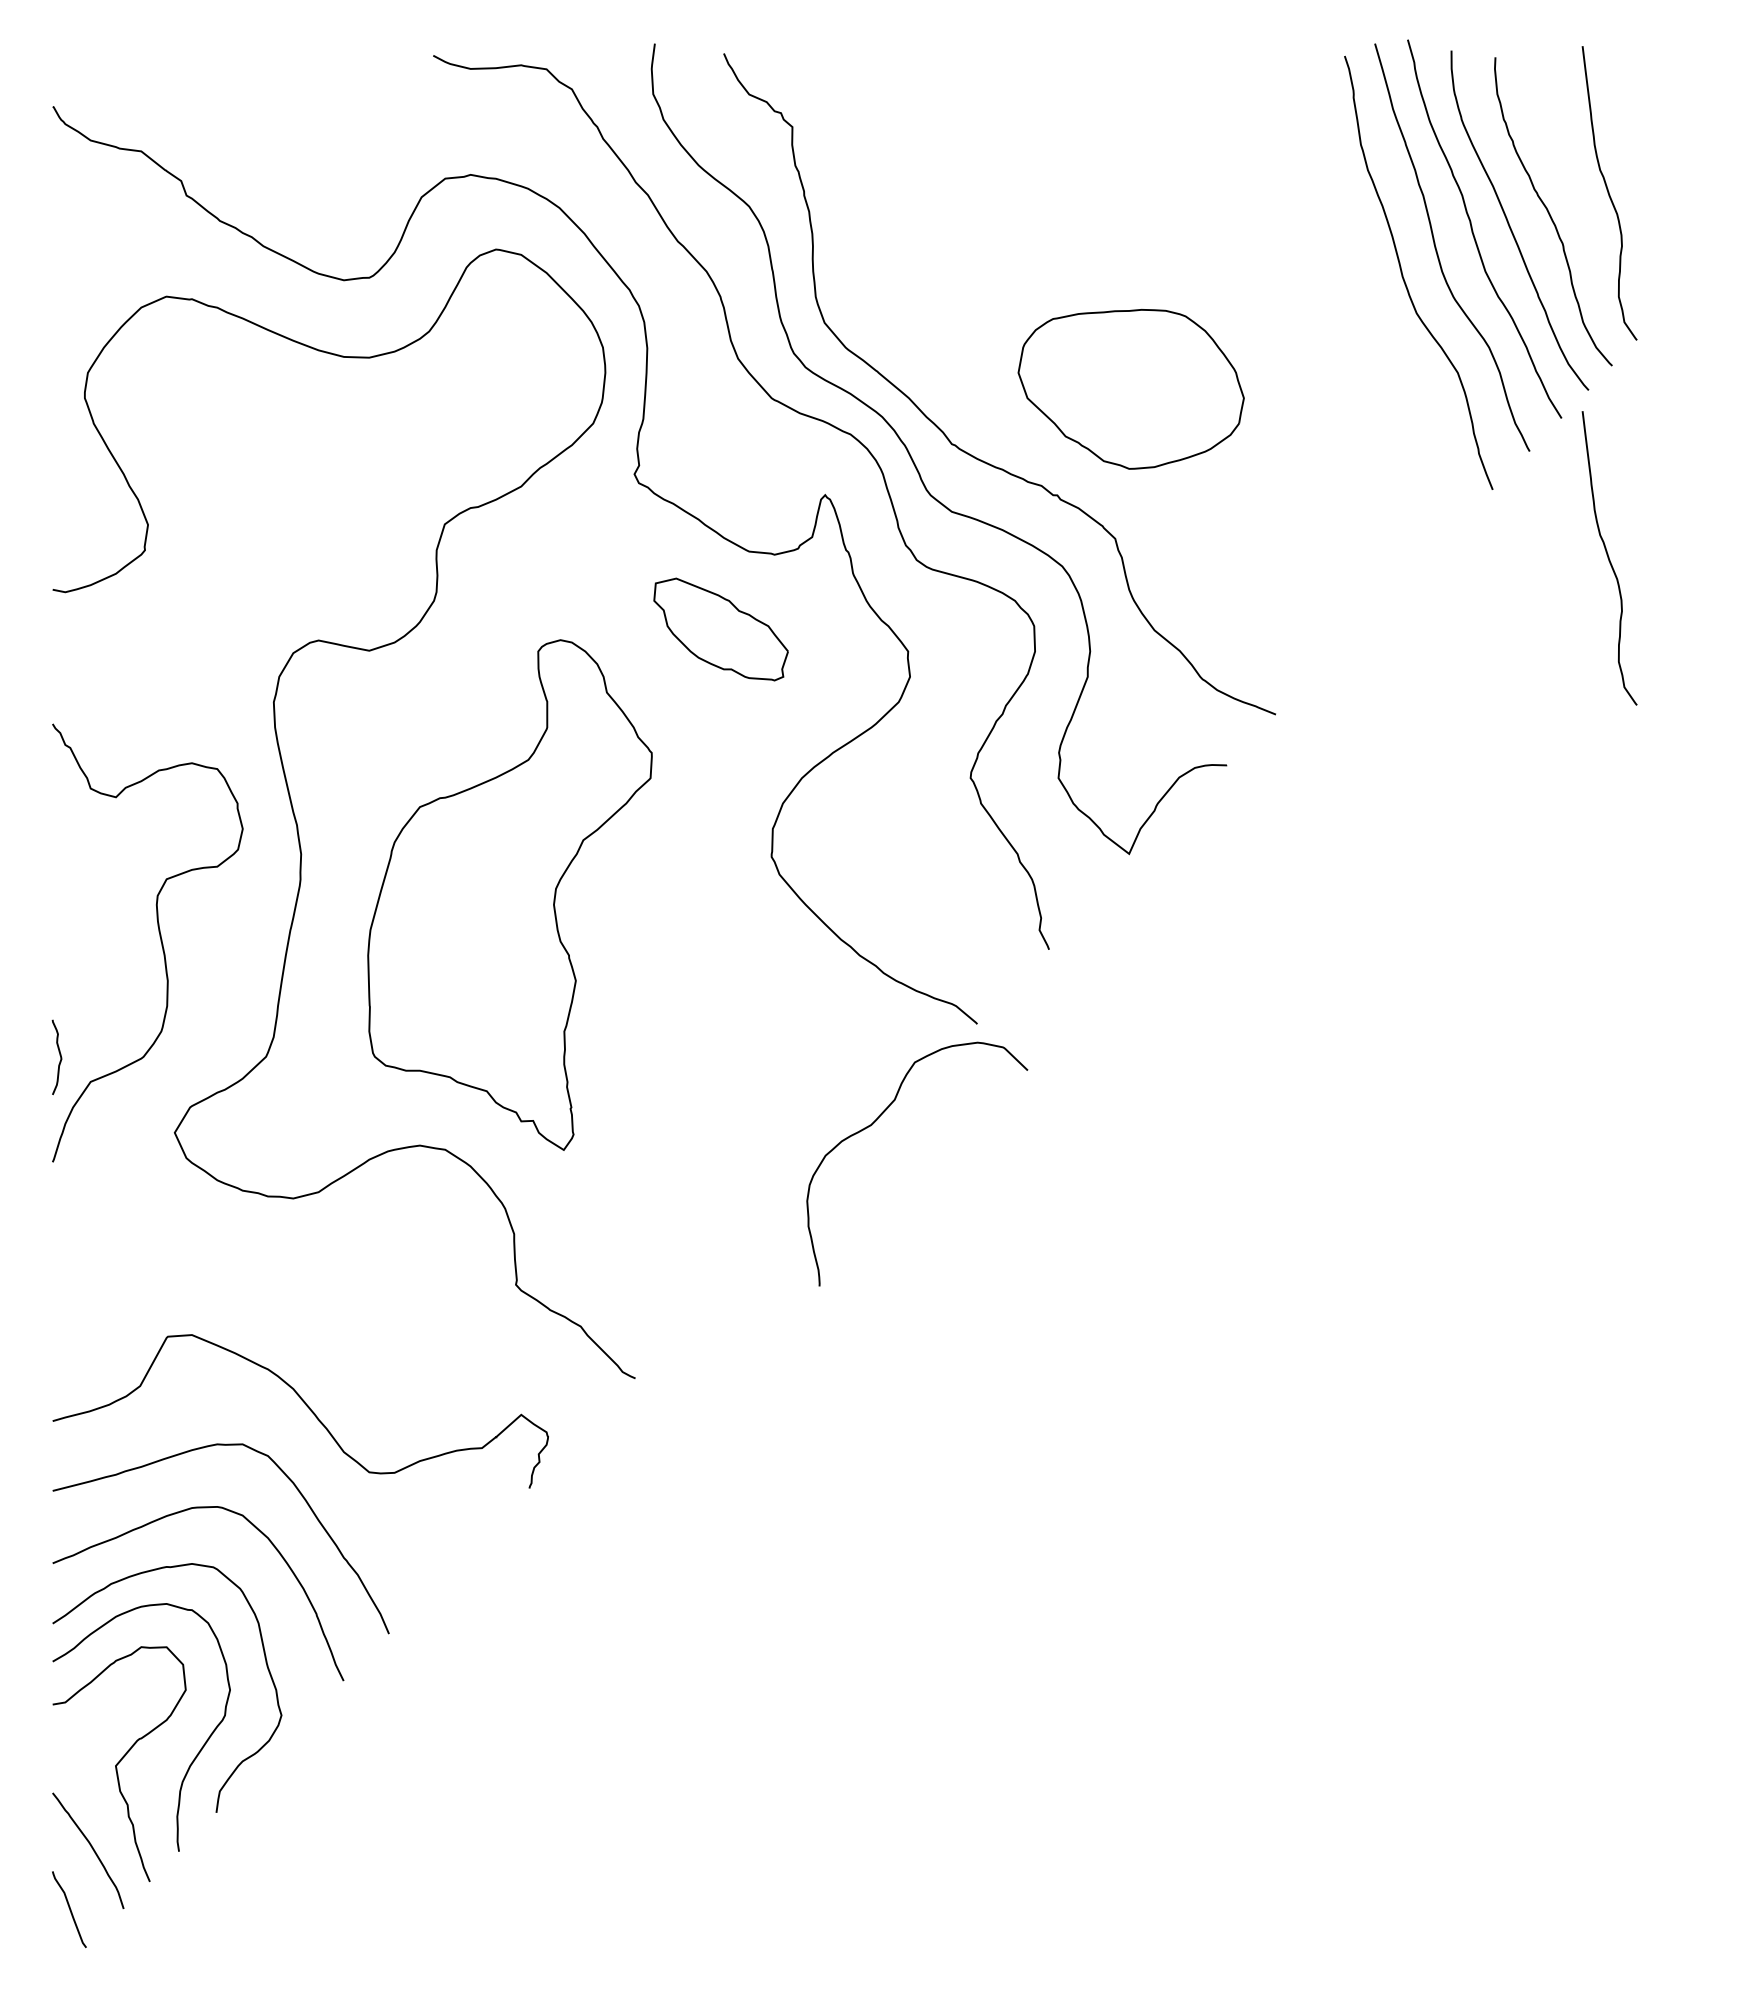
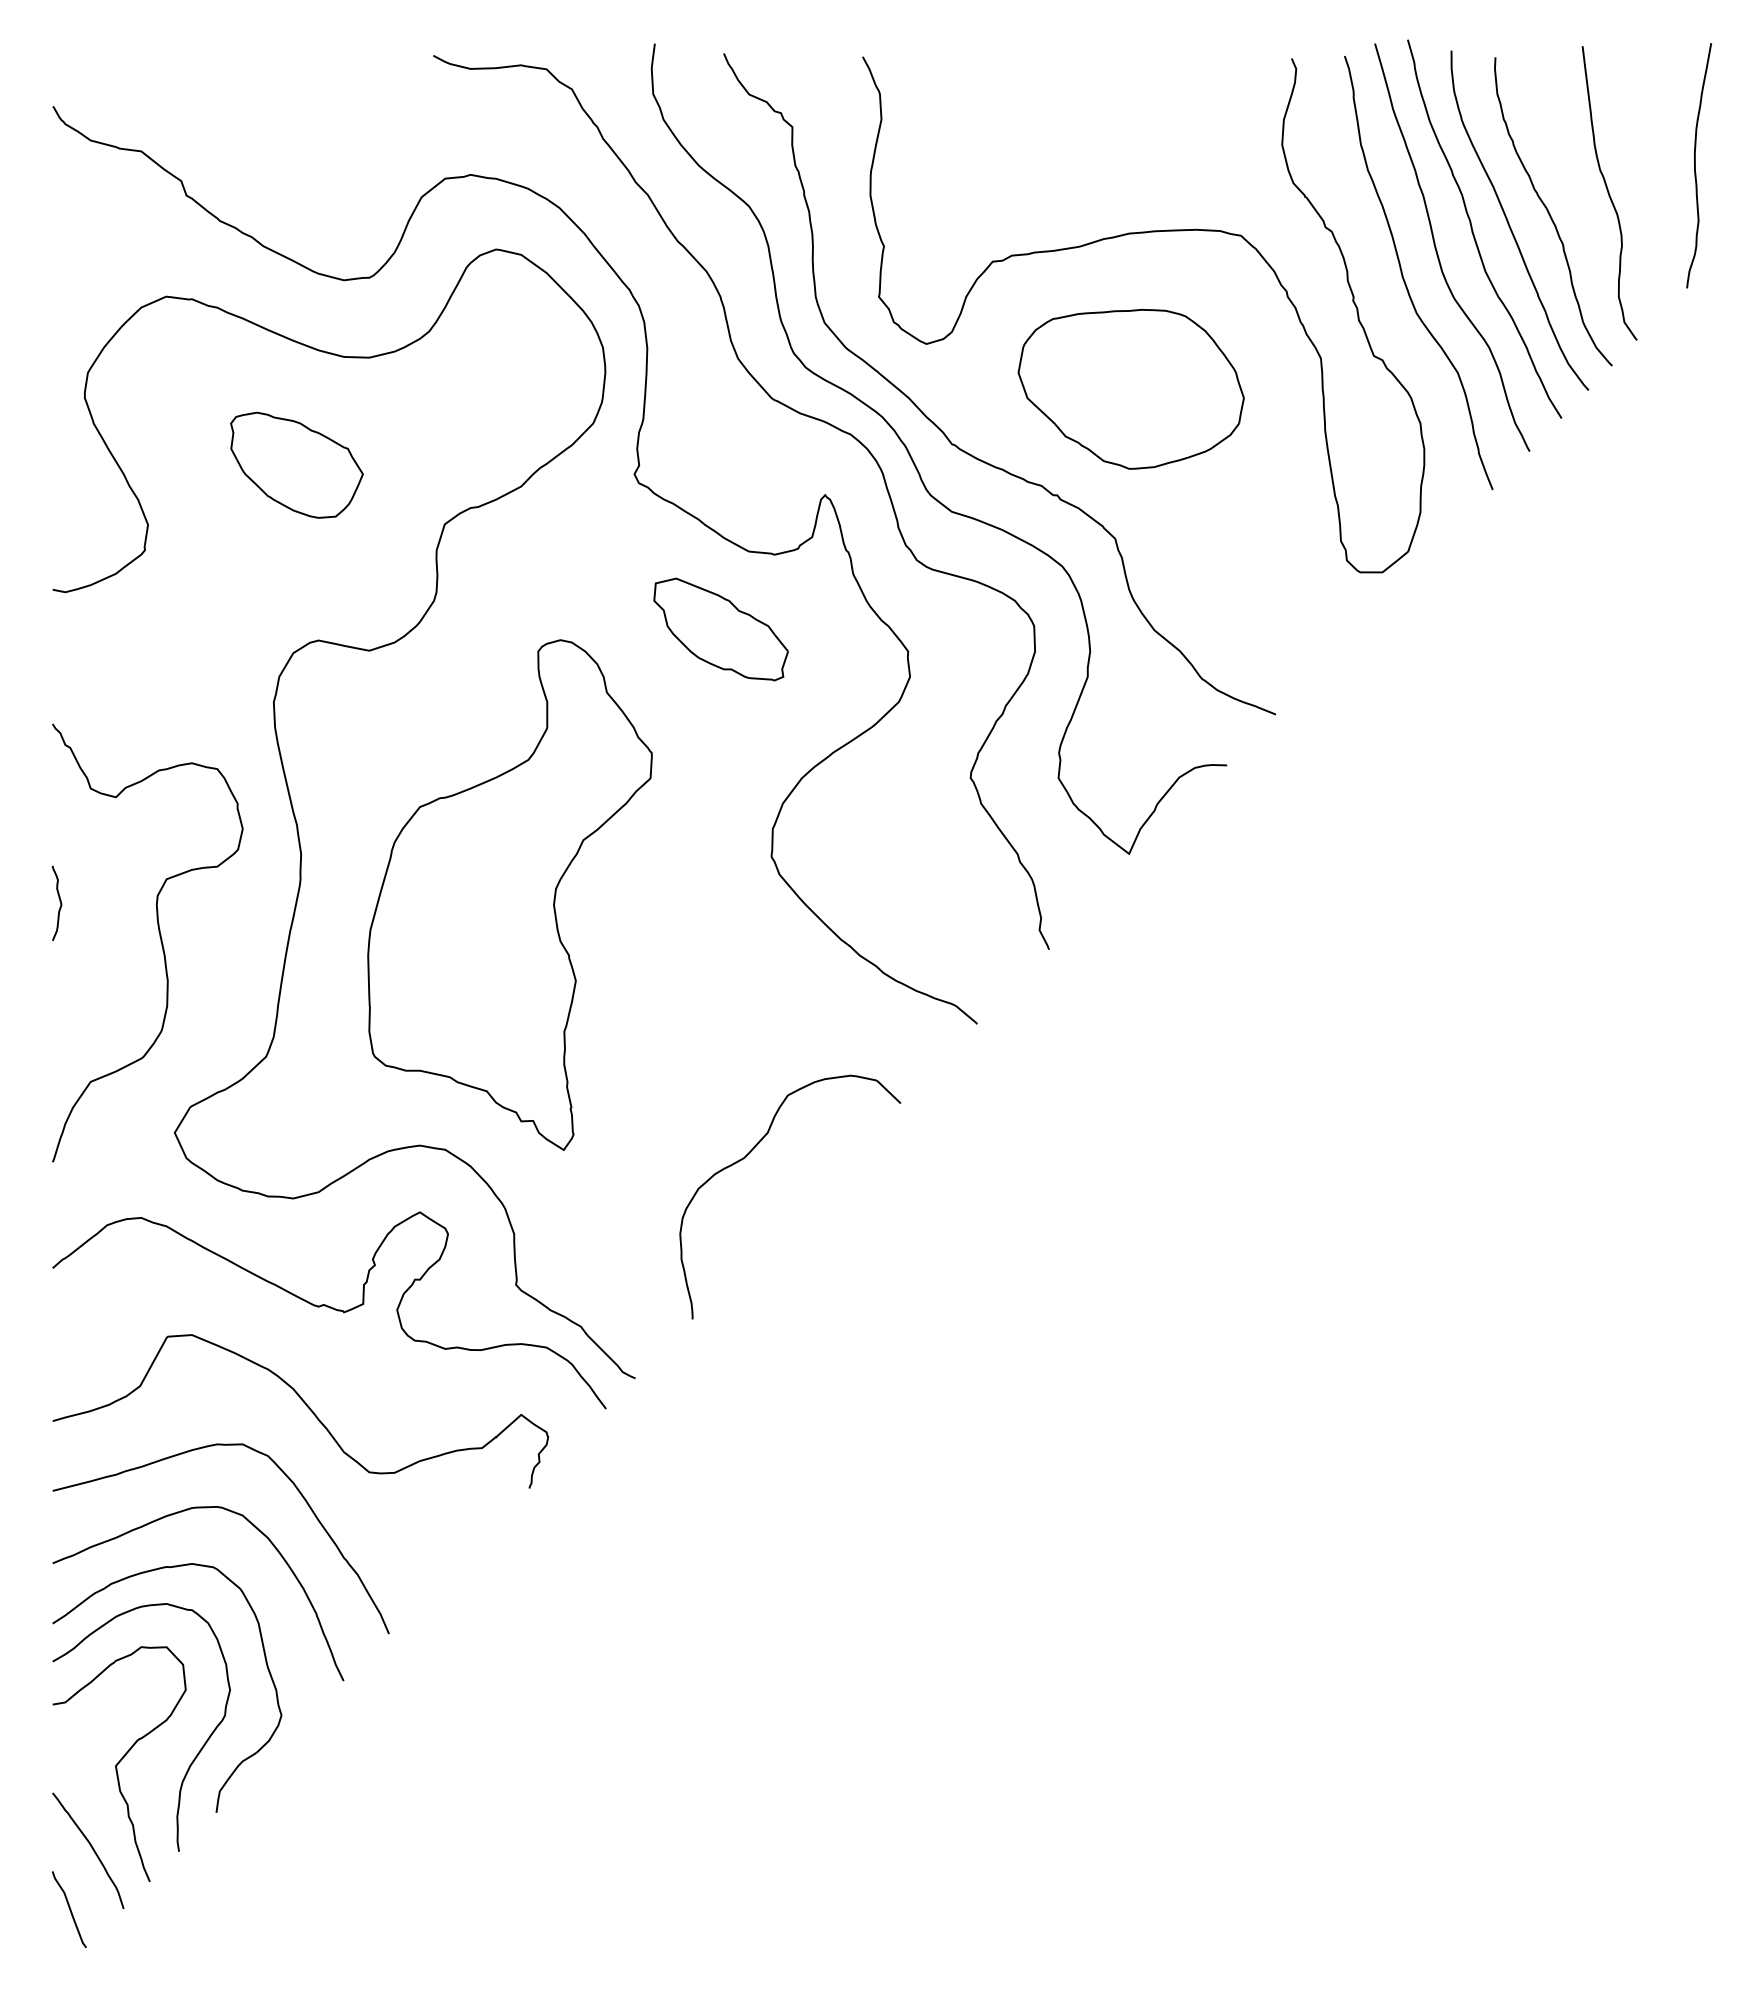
curve at (1695, 165): none -> present
curve at (1134, 234): none -> present
part at (296, 464): none -> present
curve at (1609, 558): present -> none
curve at (59, 1055) position: (59, 1055) -> (59, 901)
curve at (876, 1121) position: (876, 1121) -> (749, 1154)
curve at (329, 1308): none -> present
